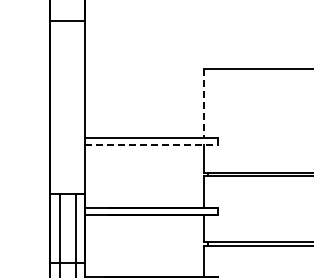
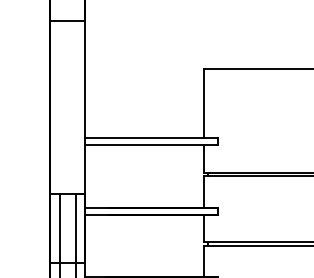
line at (204, 104): dashed -> solid
line at (151, 145): dashed -> solid
